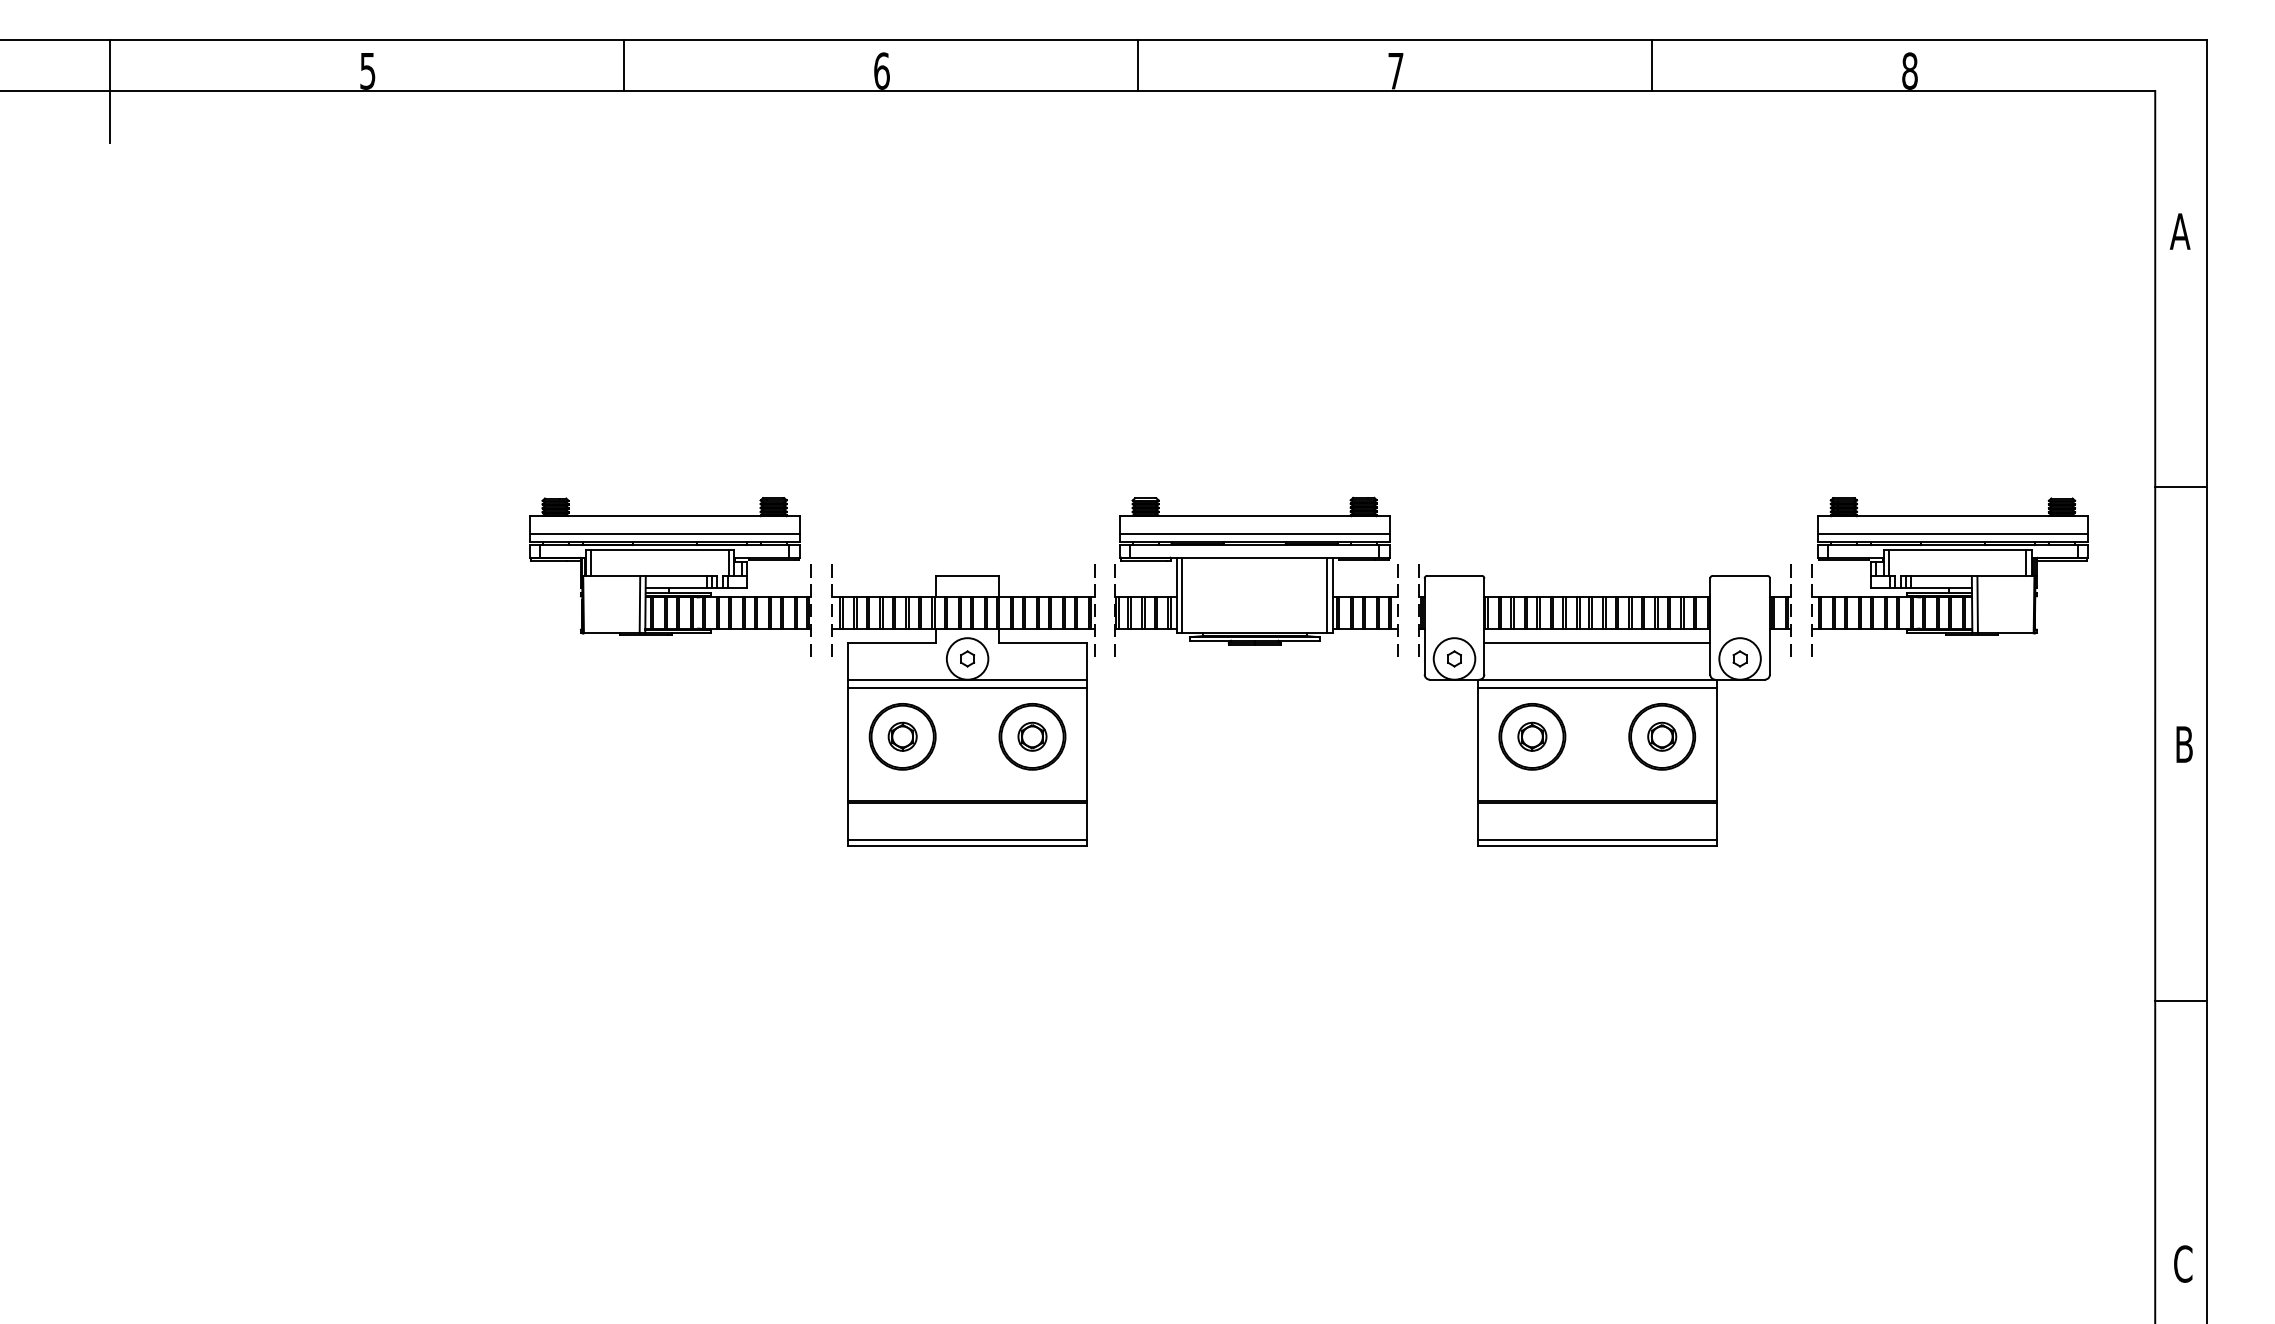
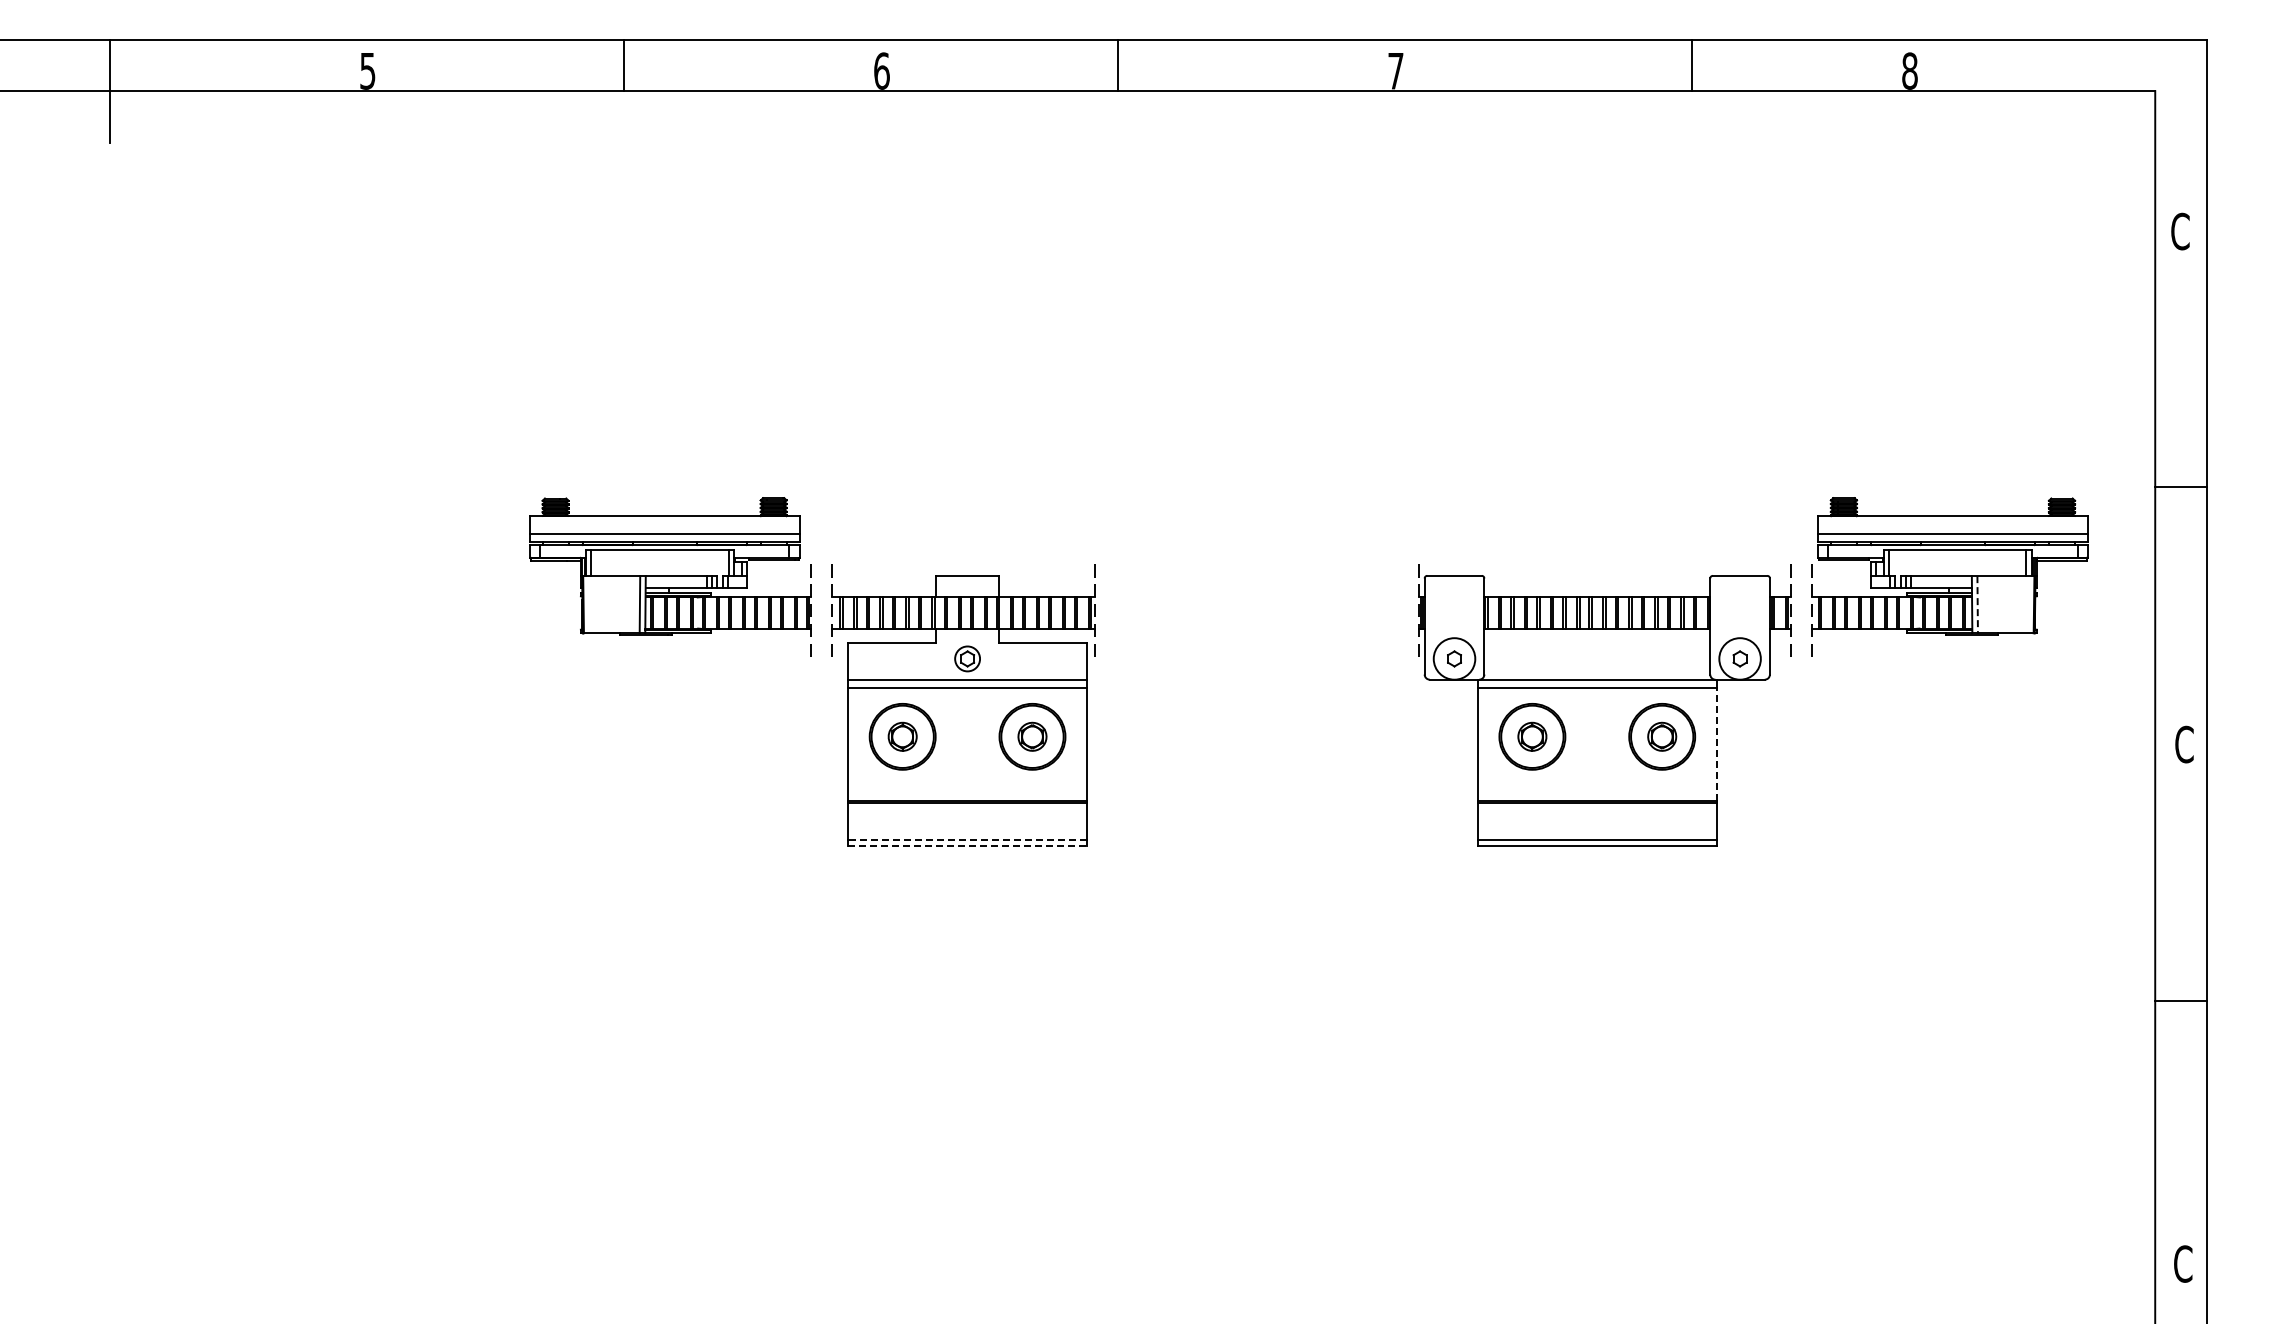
line at (1137, 65) position: (1137, 65) -> (1117, 65)
line at (1651, 65) position: (1651, 65) -> (1691, 65)
text at (2179, 231): A -> C
part at (1256, 576): present -> none
line at (1977, 604): solid -> dashed
line at (1597, 643): present -> none
circle at (967, 658) diameter: 42 px -> 25 px
line at (1716, 744): solid -> dashed
text at (2184, 744): B -> C
line at (967, 839): solid -> dashed
line at (968, 845): solid -> dashed
